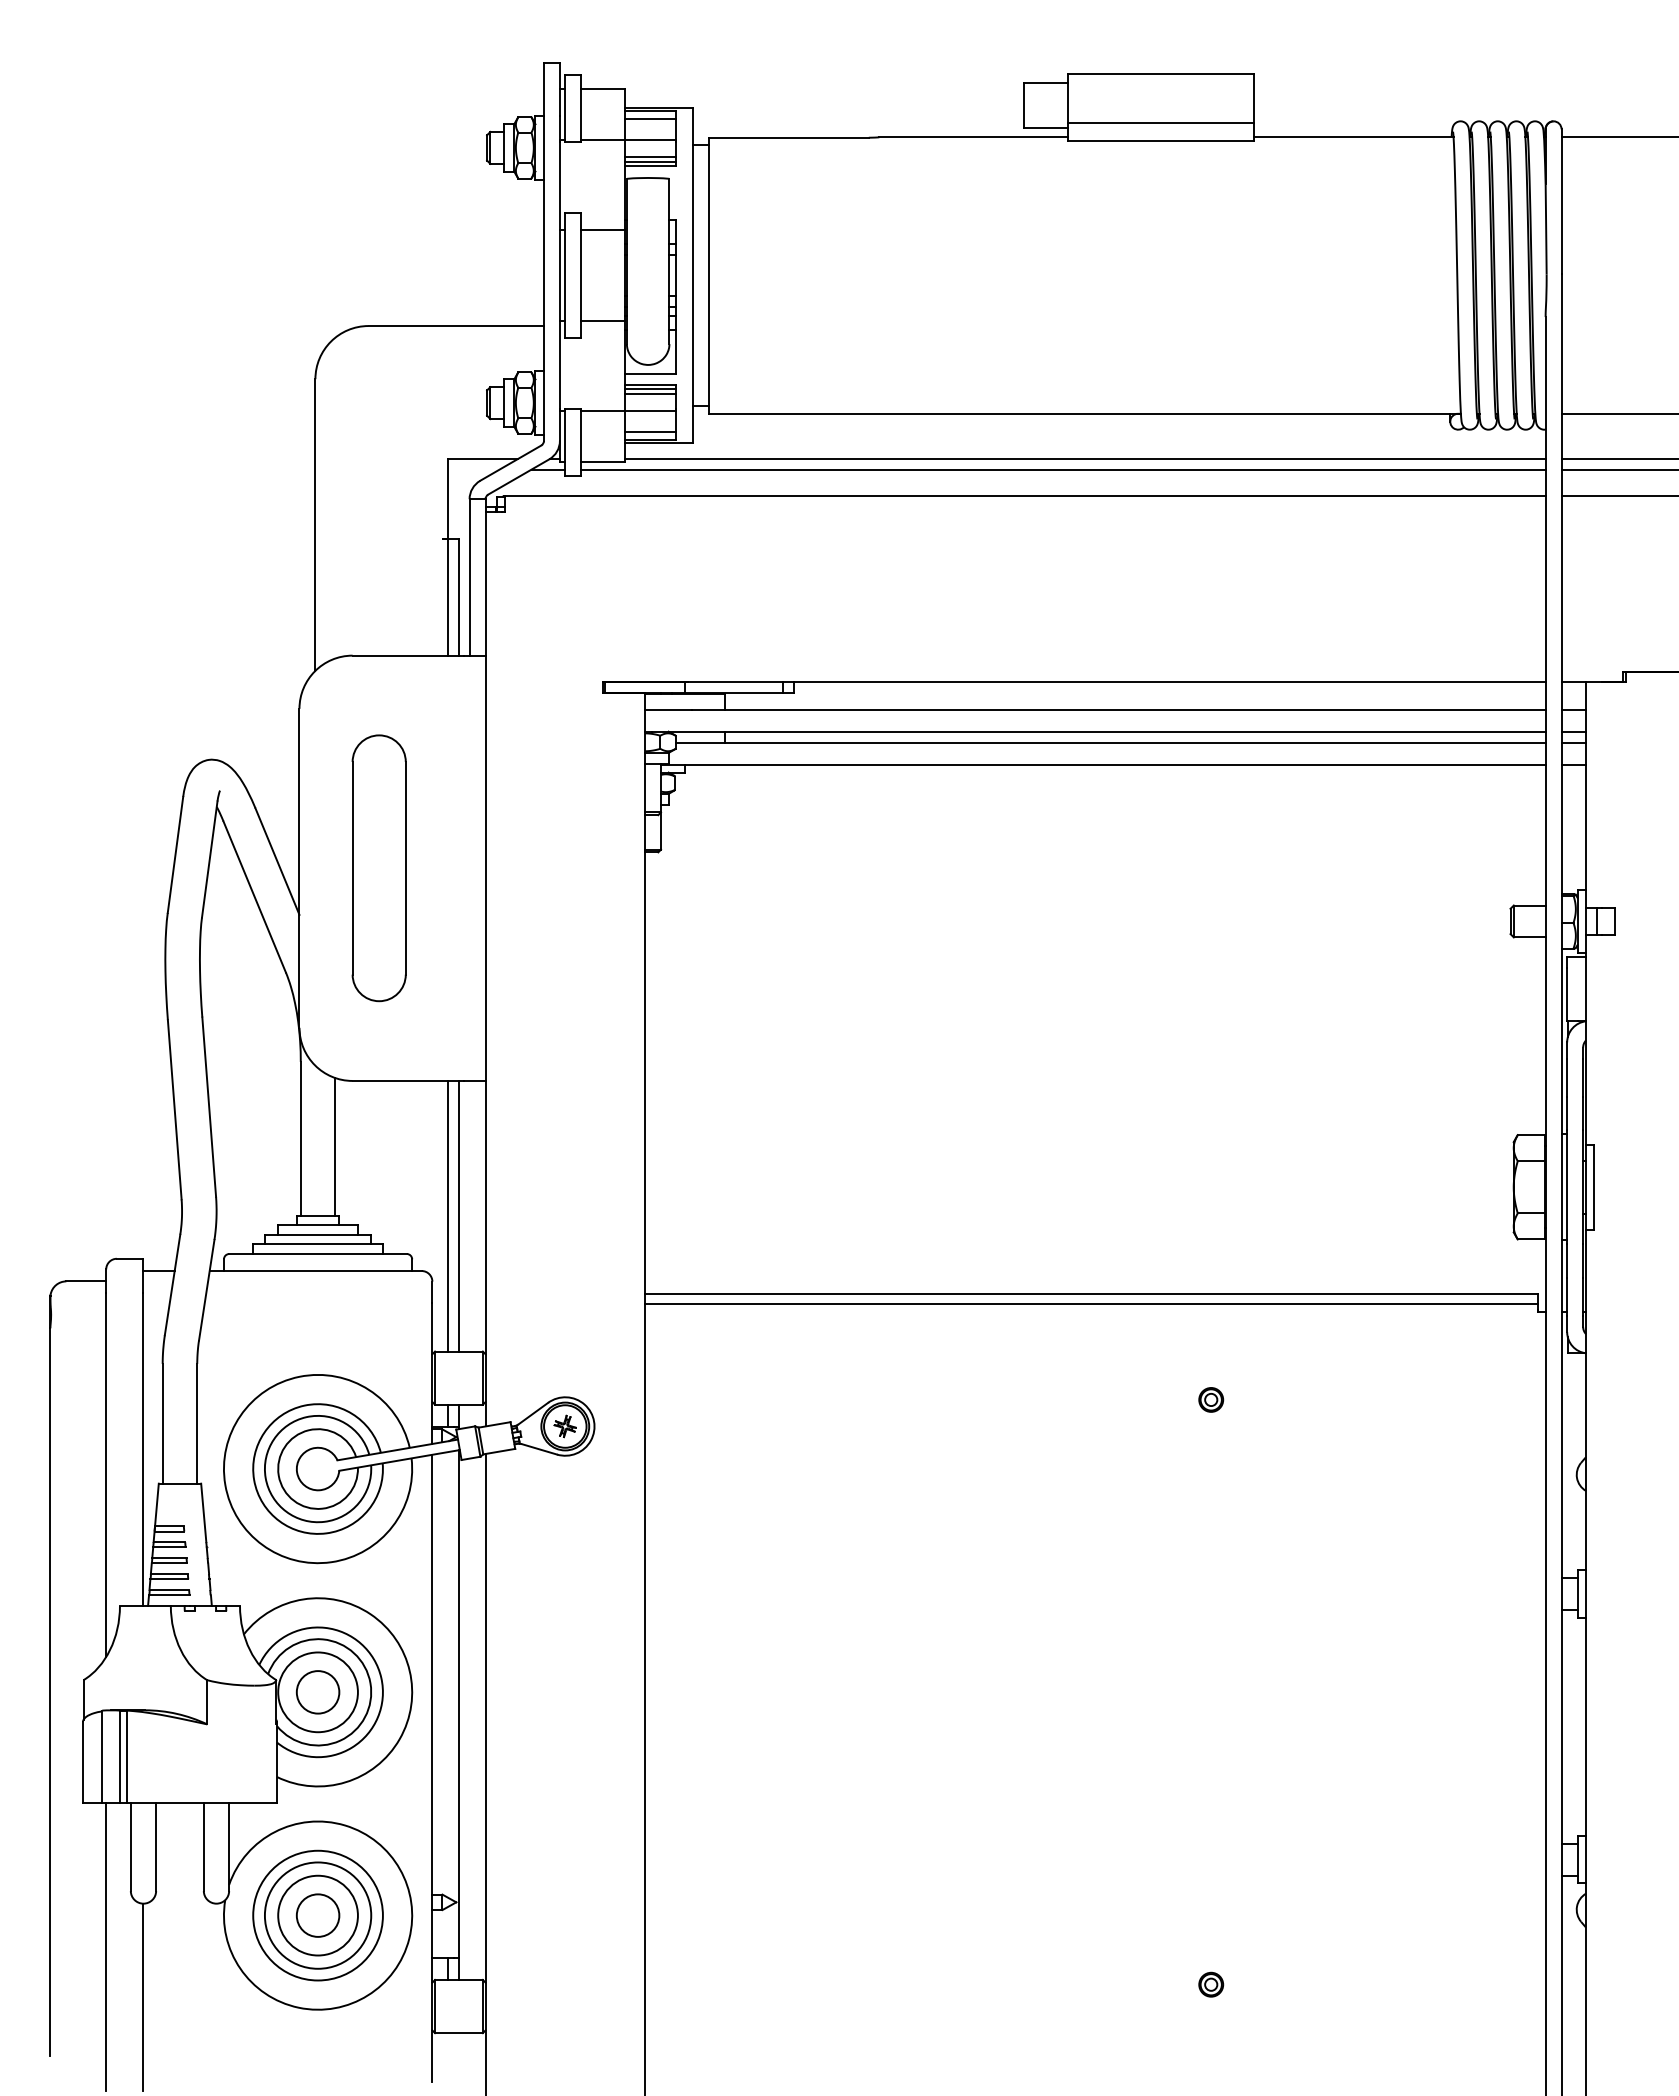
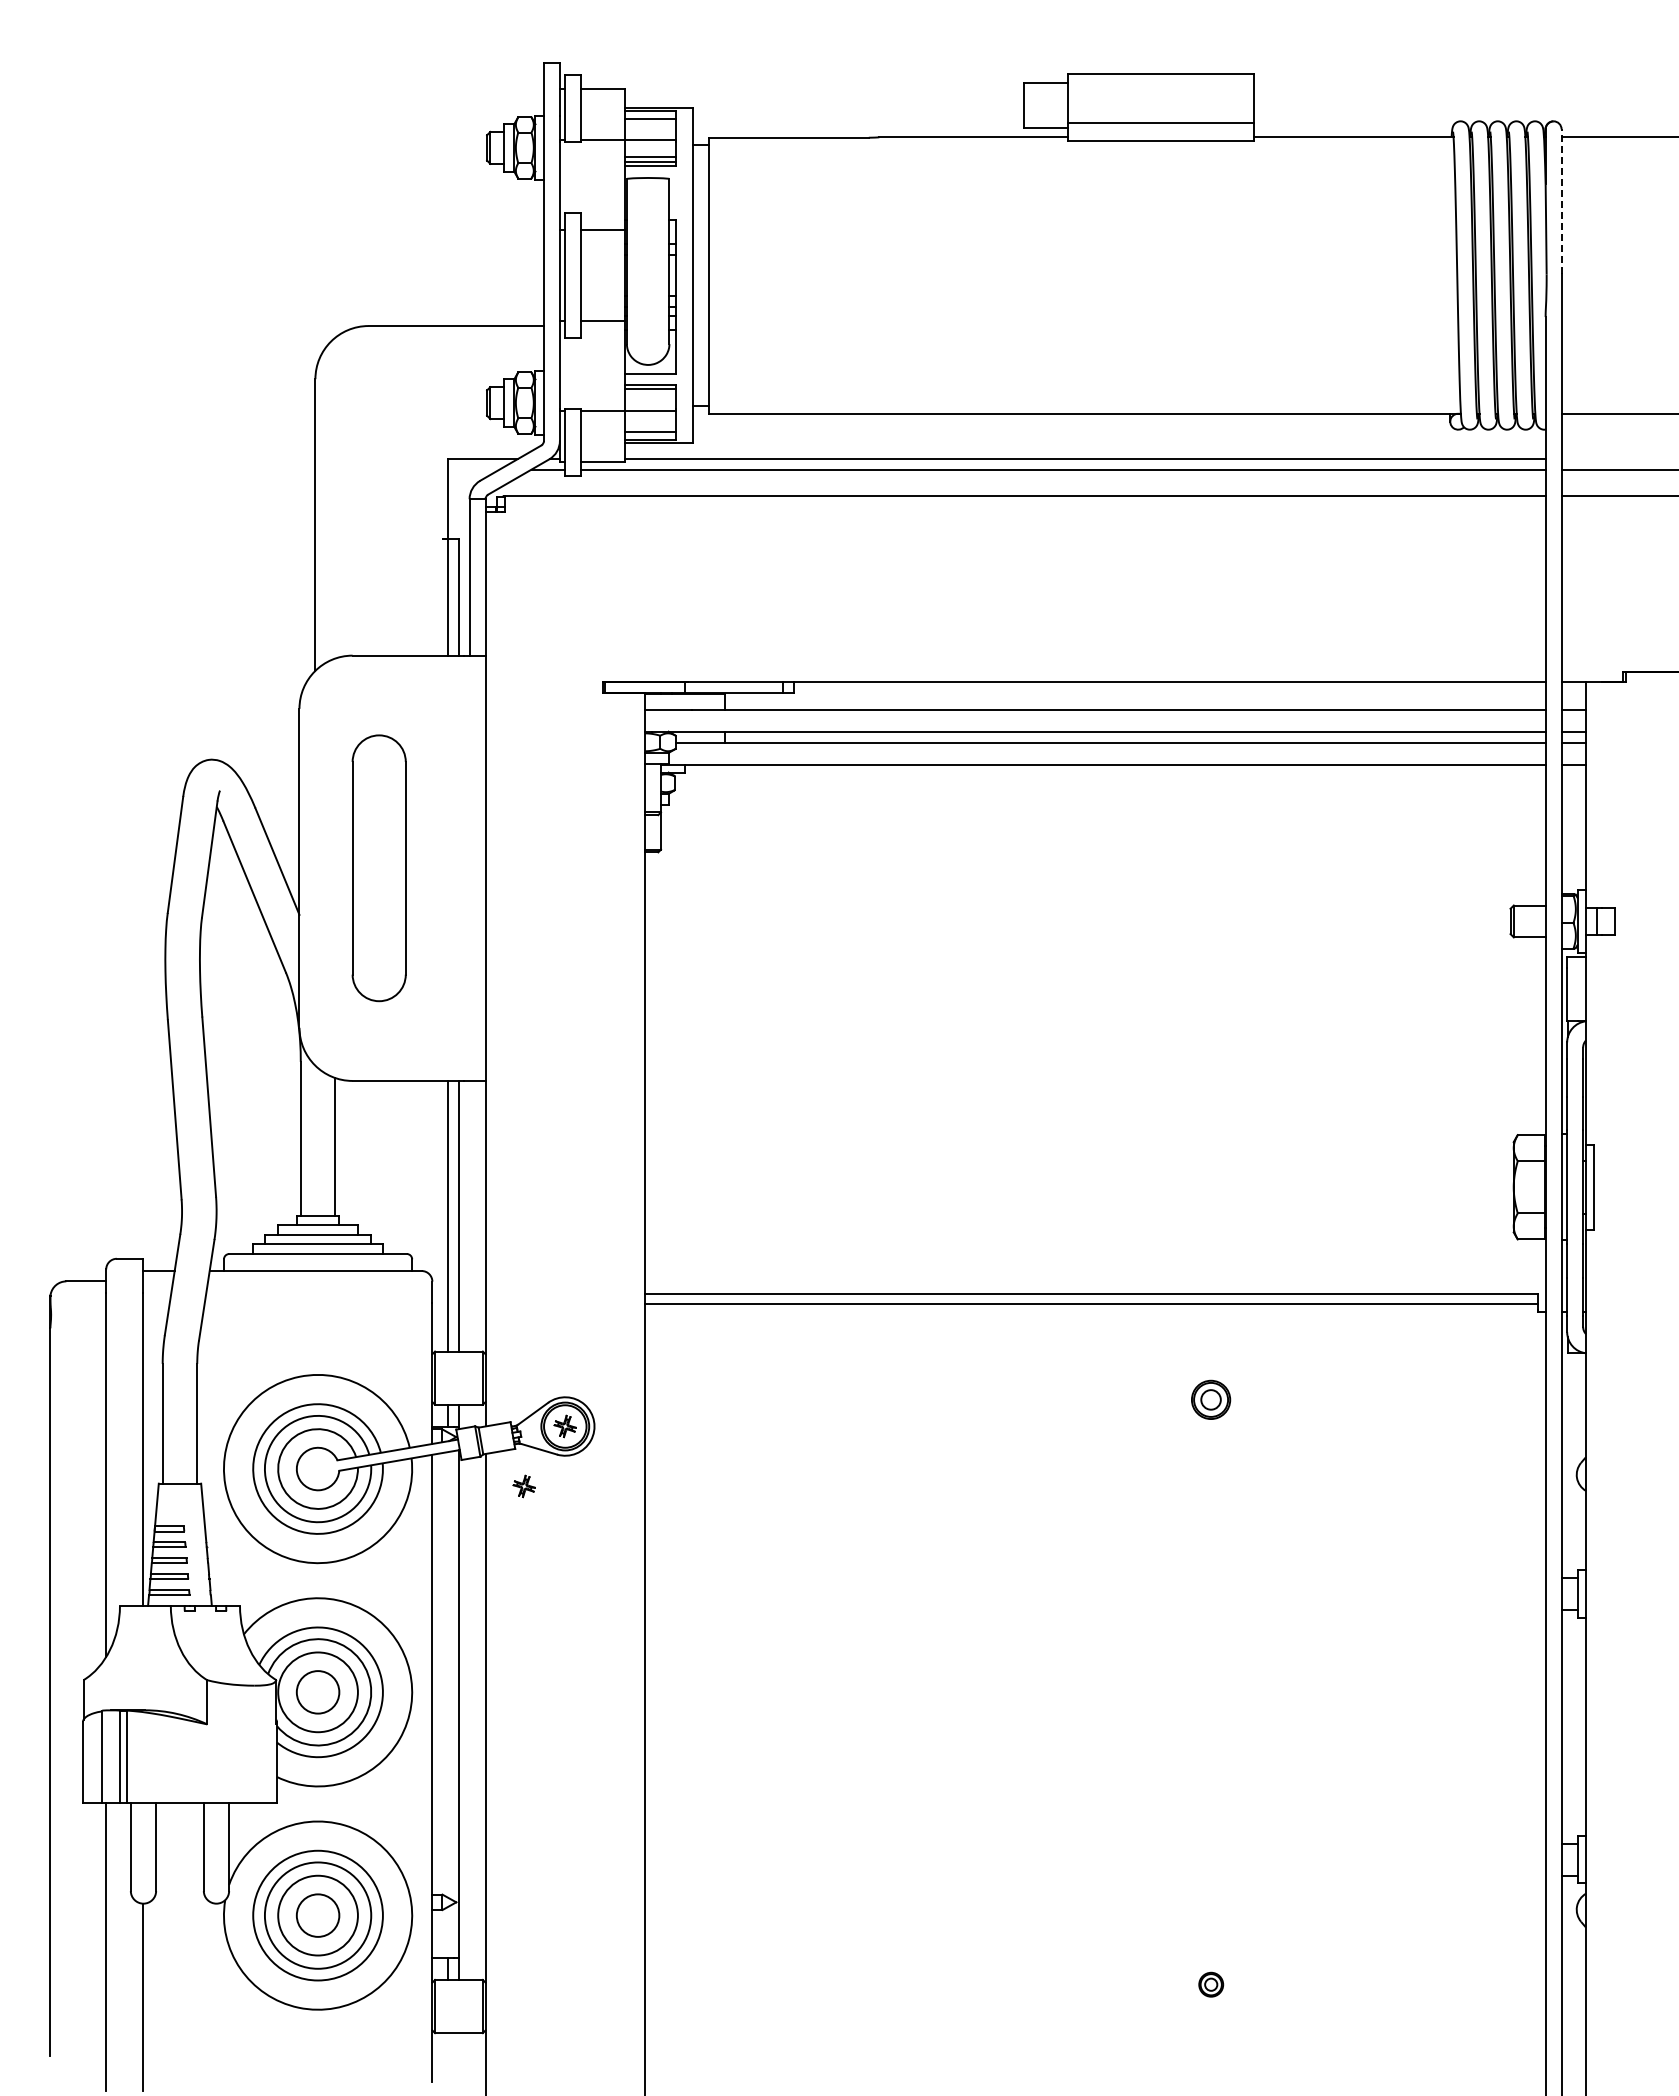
line at (1561, 201): solid -> dashed
line at (650, 394): present -> none
line at (1618, 458): present -> none
part at (1211, 1399) size: 27x26 px -> 41x41 px
part at (523, 1486): none -> present
